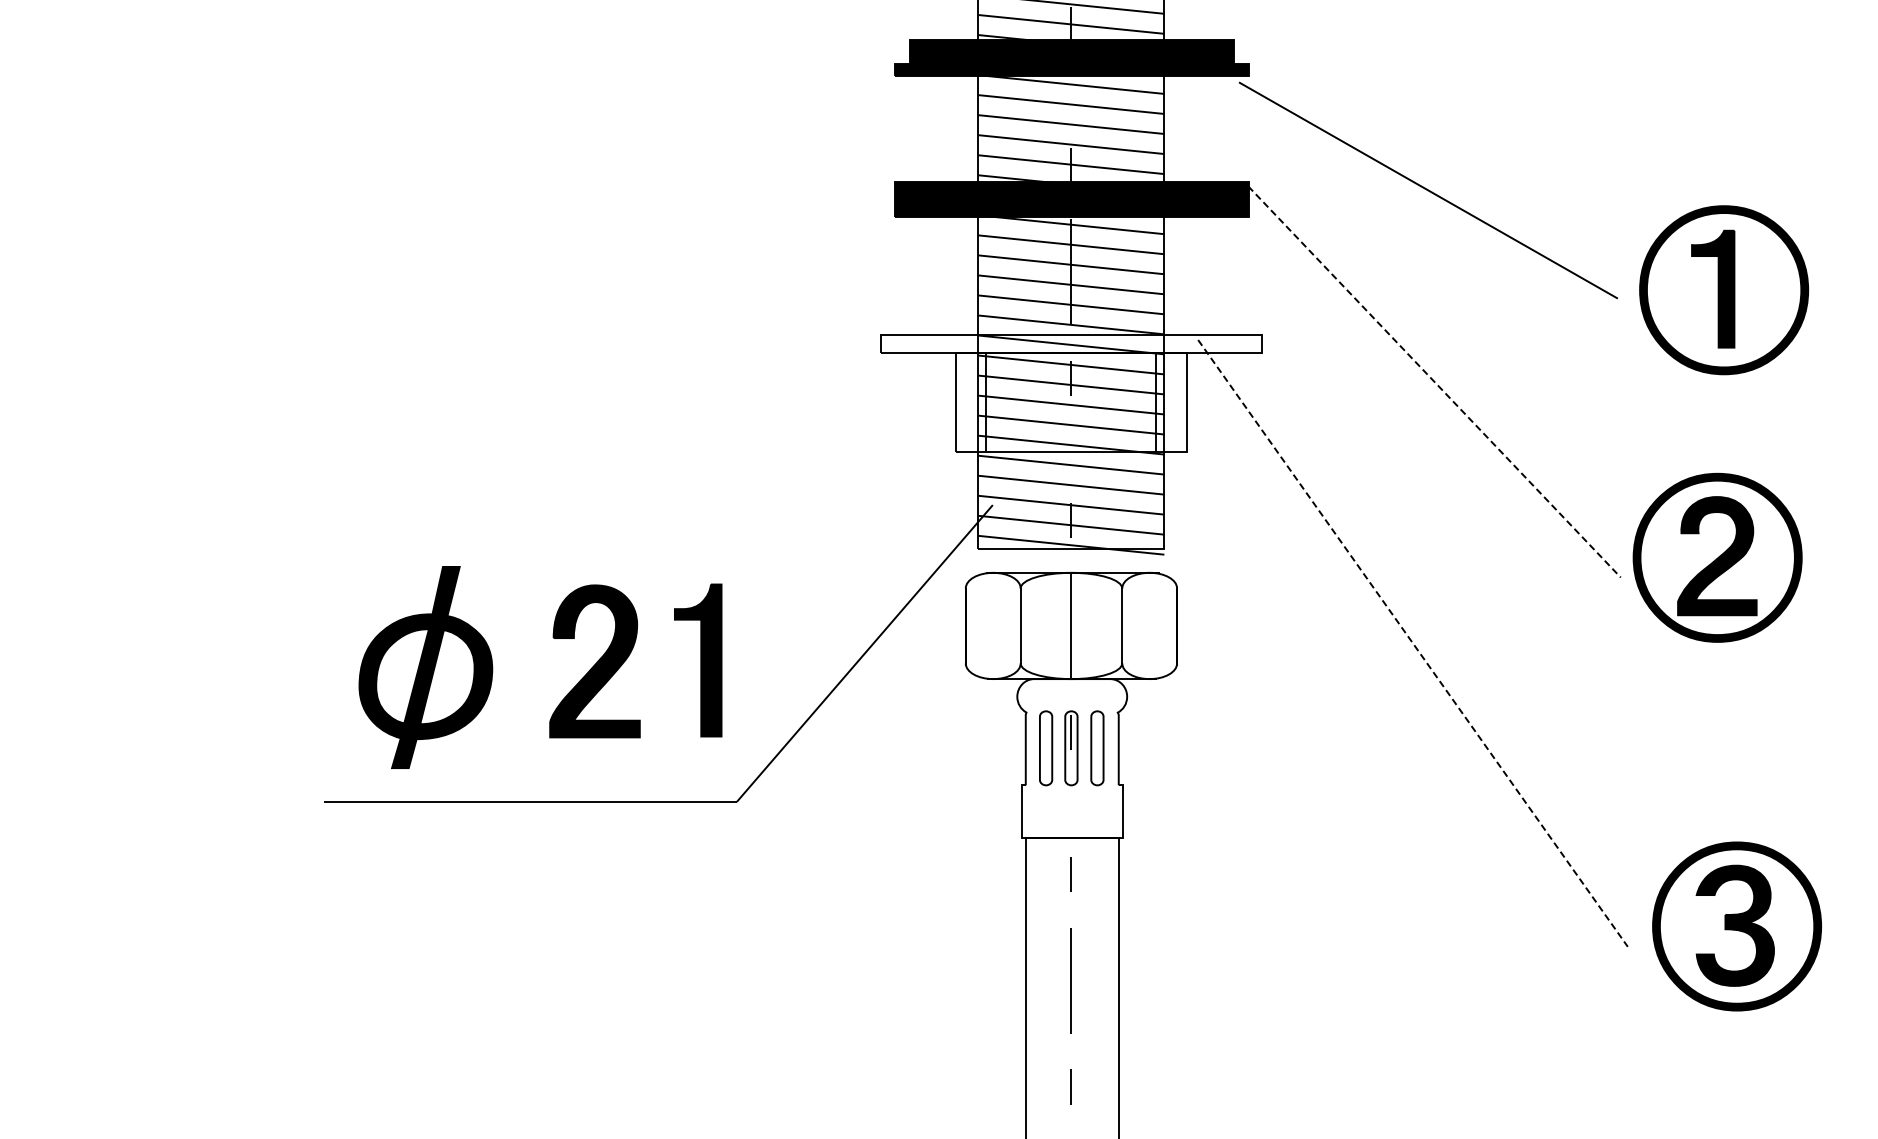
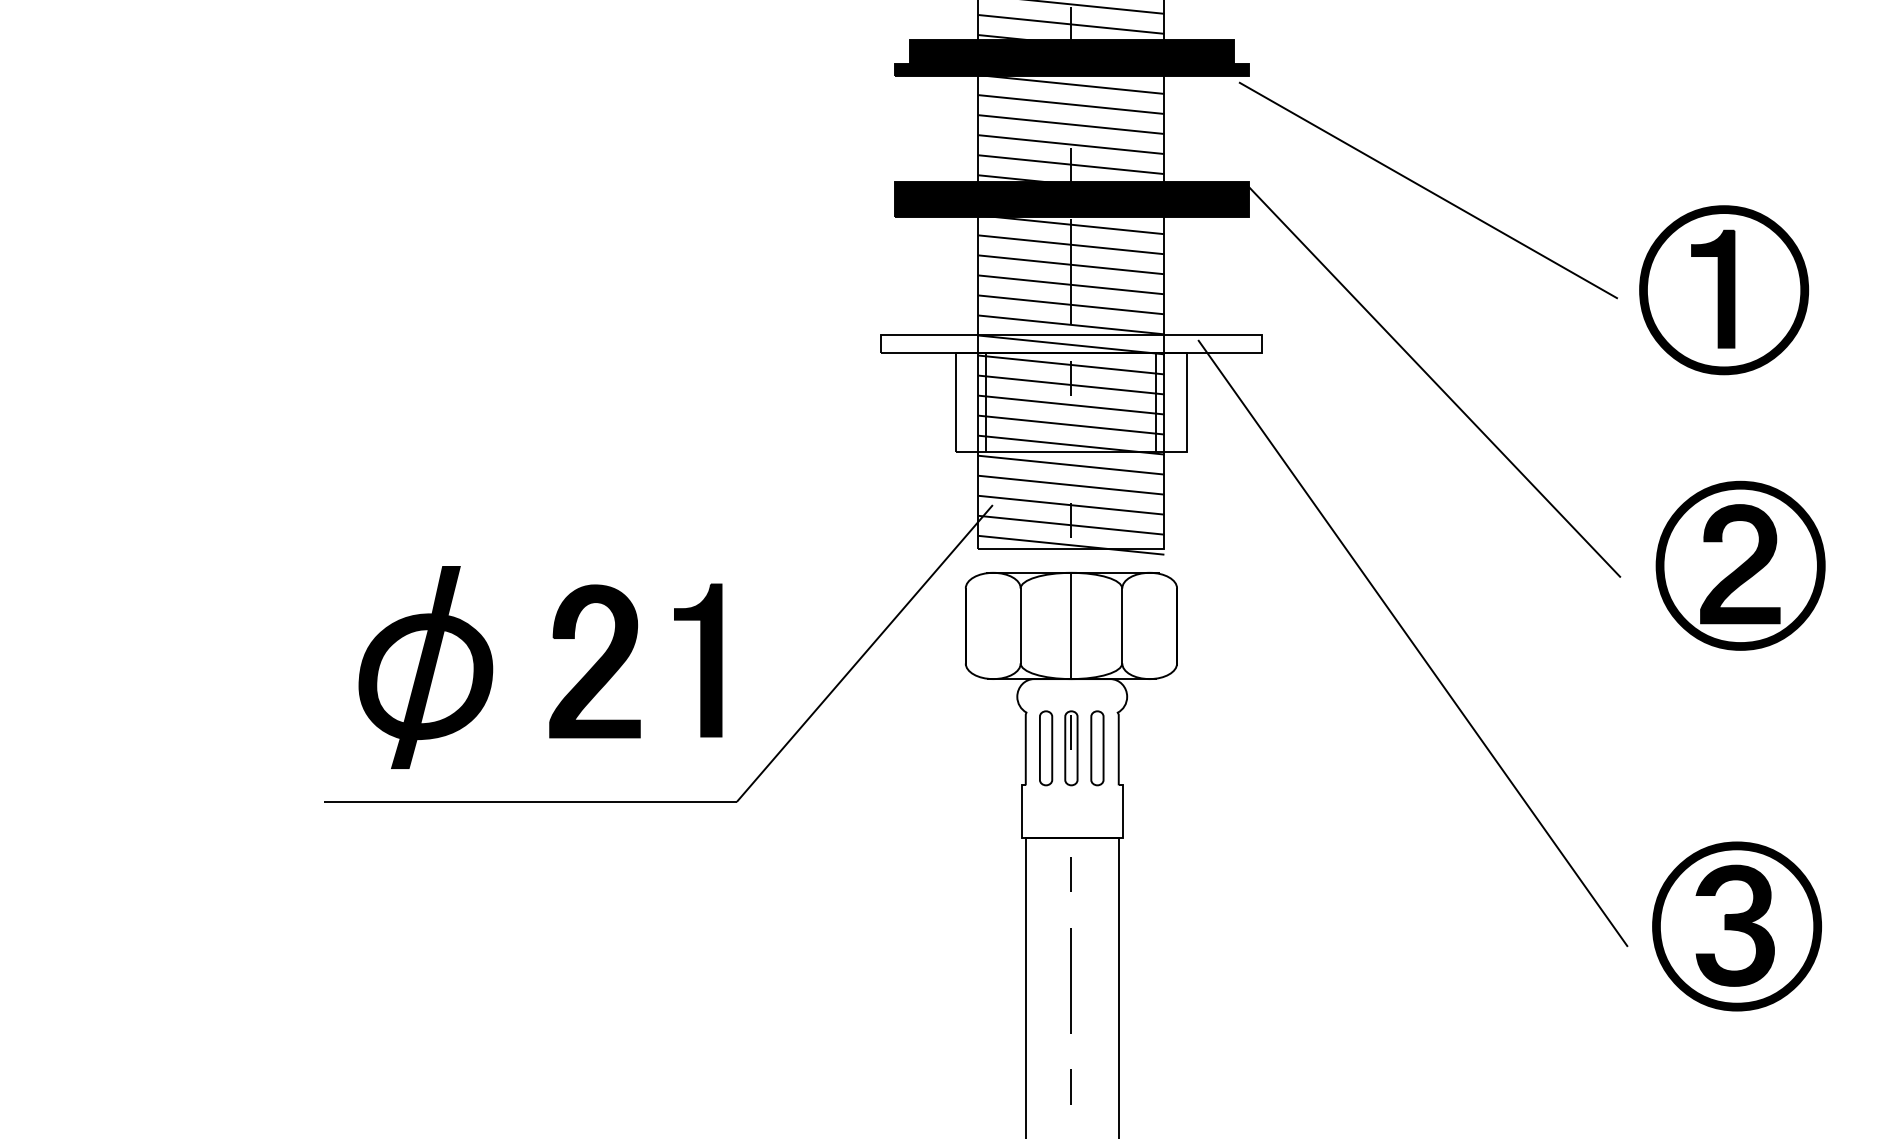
line at (1434, 382): dashed -> solid
part at (1717, 557) position: (1717, 557) -> (1740, 565)
line at (1413, 643): dashed -> solid
